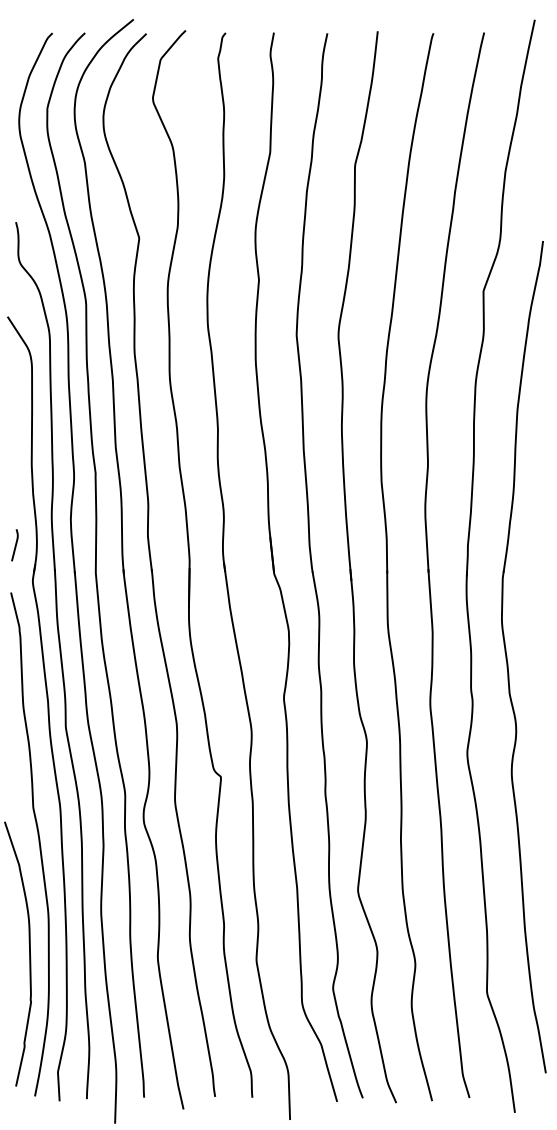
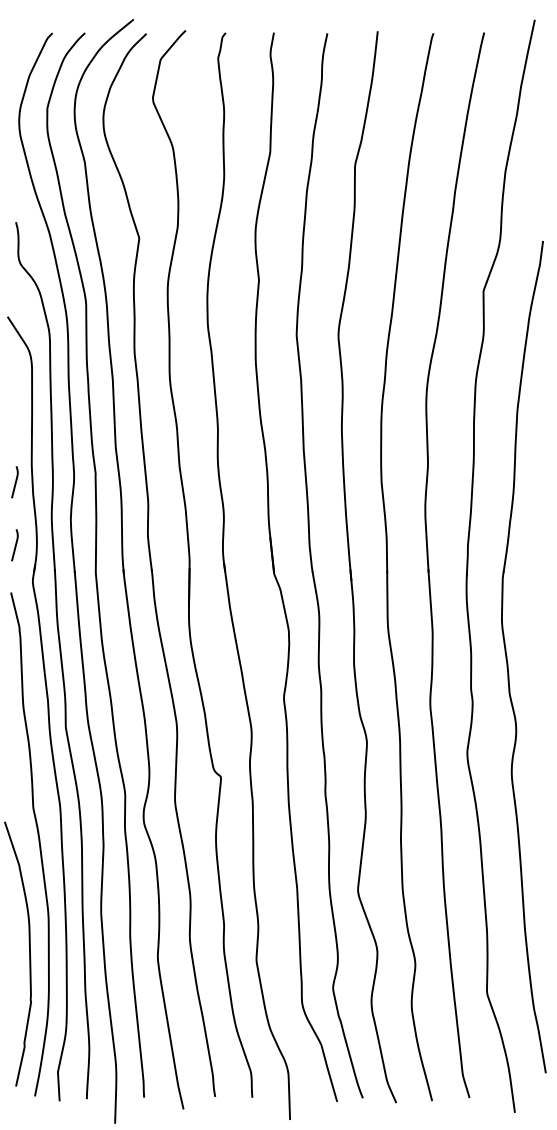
curve at (15, 482): none -> present
